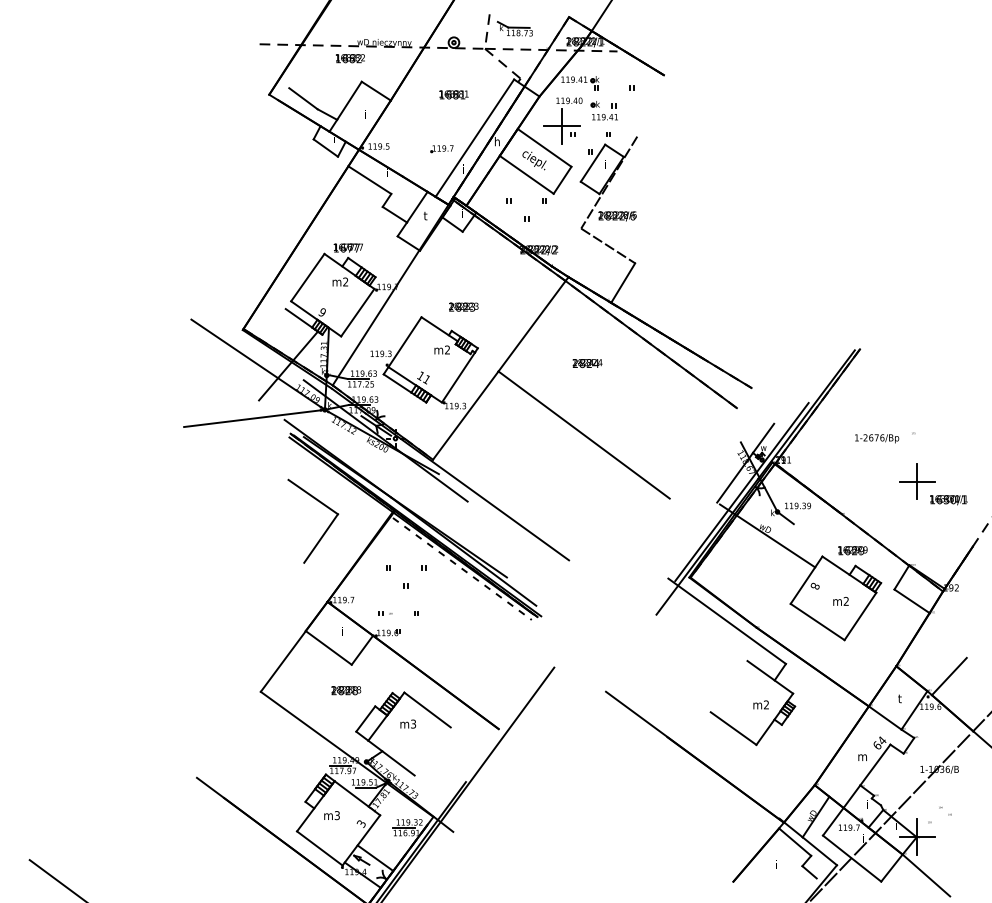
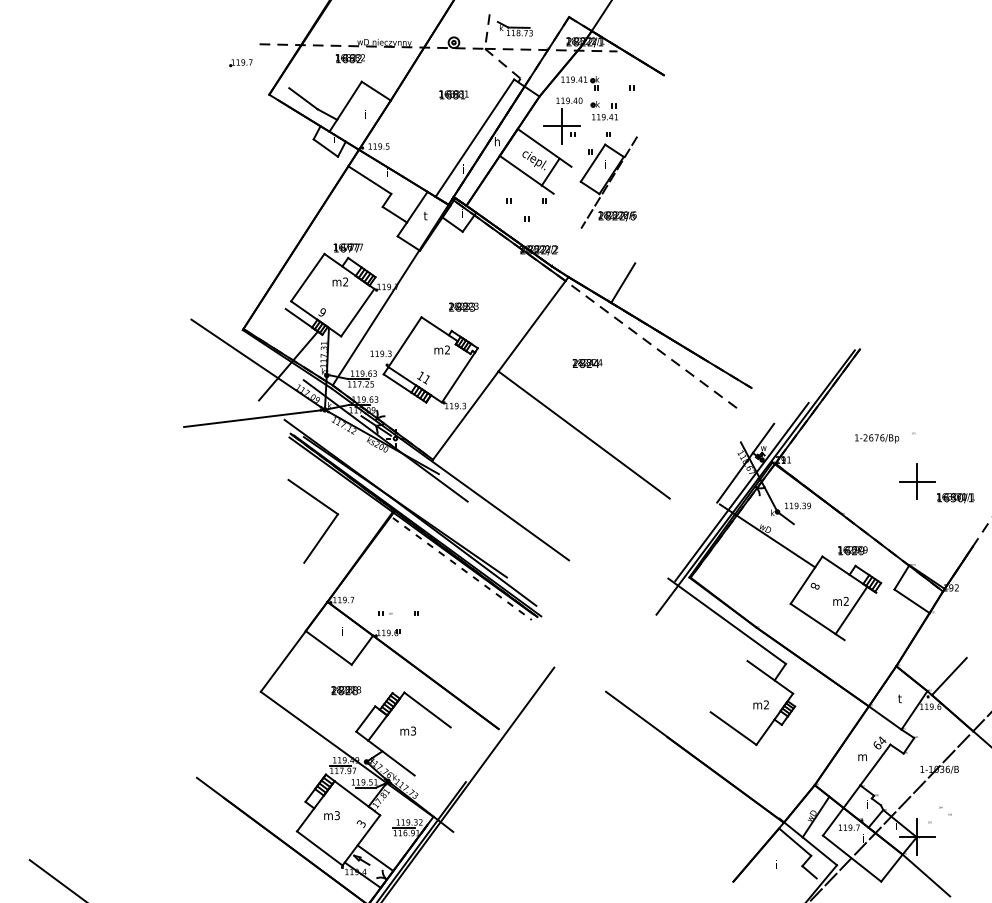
part at (441, 149) position: (441, 149) -> (240, 63)
line at (562, 179) position: (562, 179) -> (550, 171)
line at (608, 245): present -> none
line at (650, 344): present -> none
text at (948, 500) position: (948, 500) -> (955, 498)
part at (407, 583): present -> none
line at (860, 616) position: (860, 616) -> (851, 610)
text at (407, 723) position: (407, 723) -> (407, 730)
